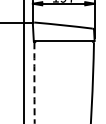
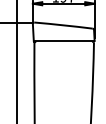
line at (24, 61) position: (24, 61) -> (17, 61)
arc at (34, 82): dashed -> solid
